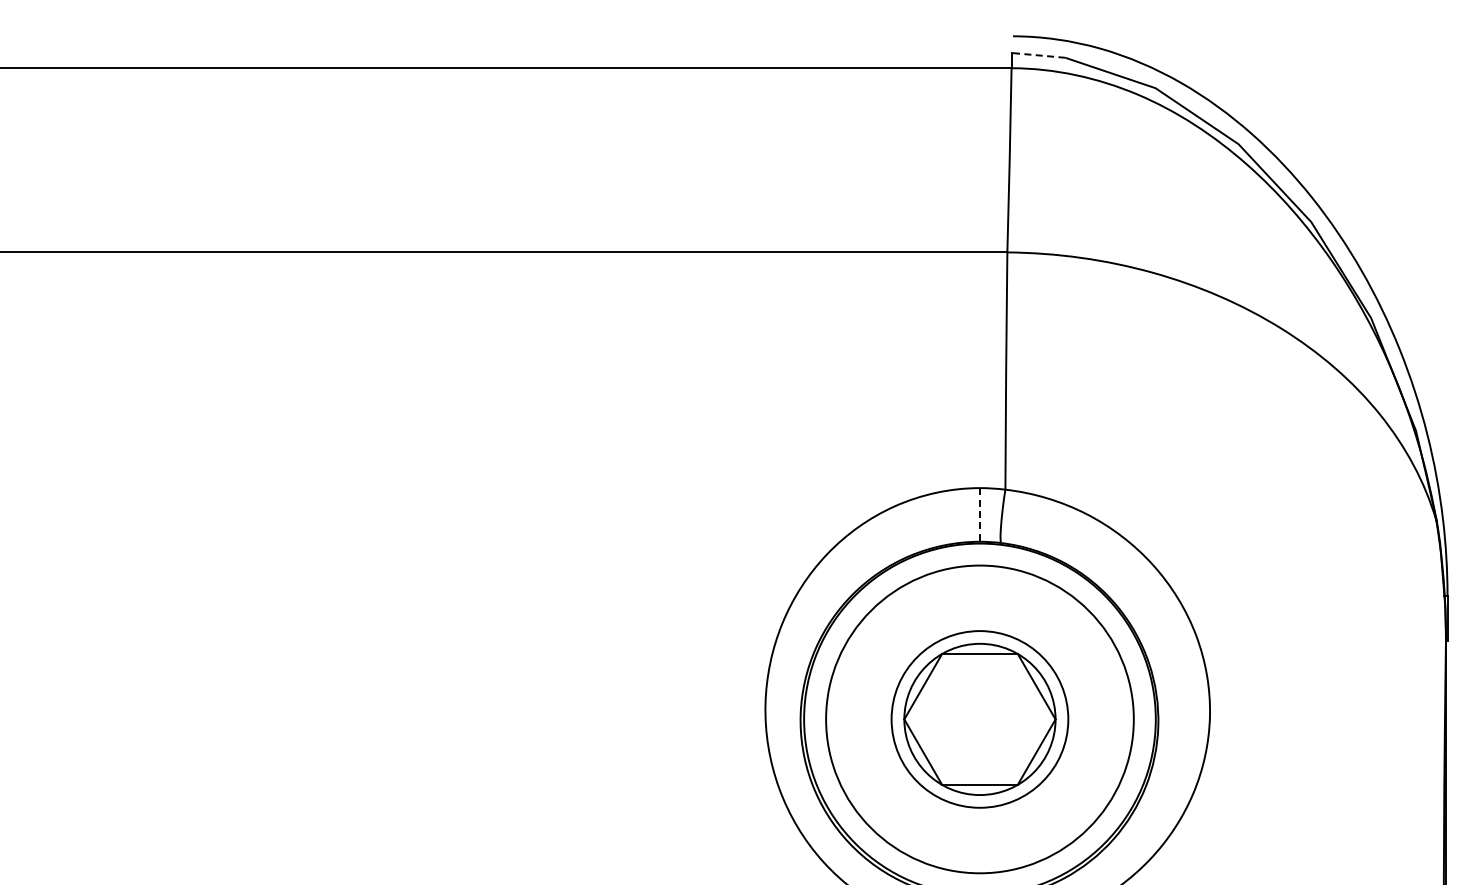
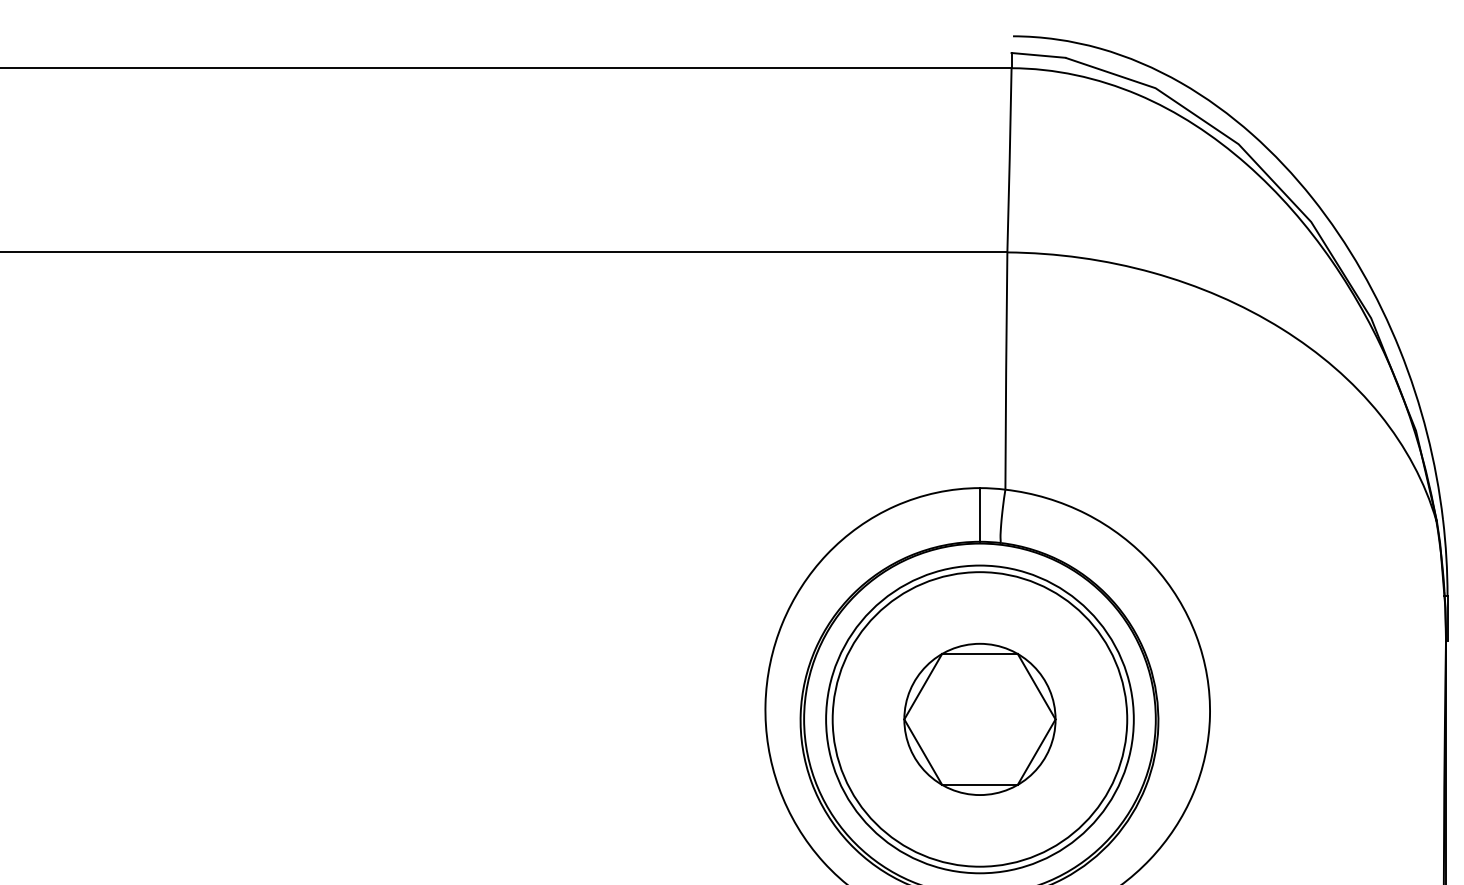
line at (1038, 55): dashed -> solid
line at (979, 514): dashed -> solid
circle at (979, 719) diameter: 177 px -> 295 px
